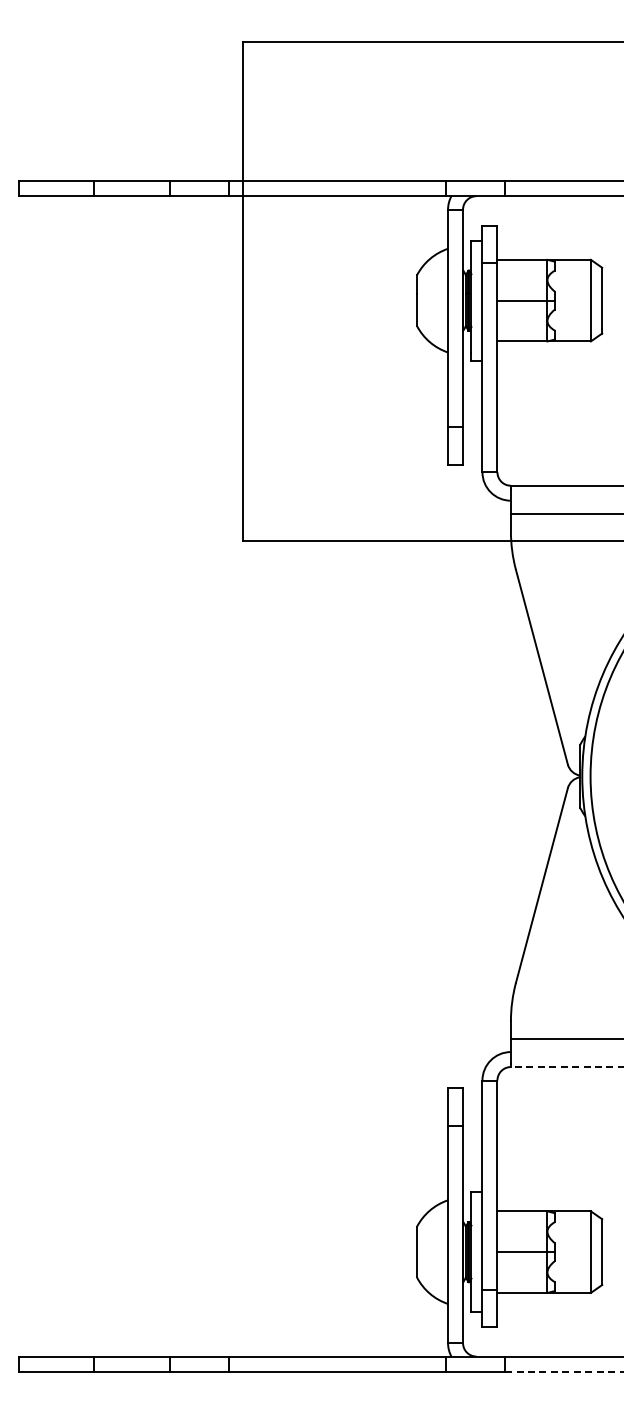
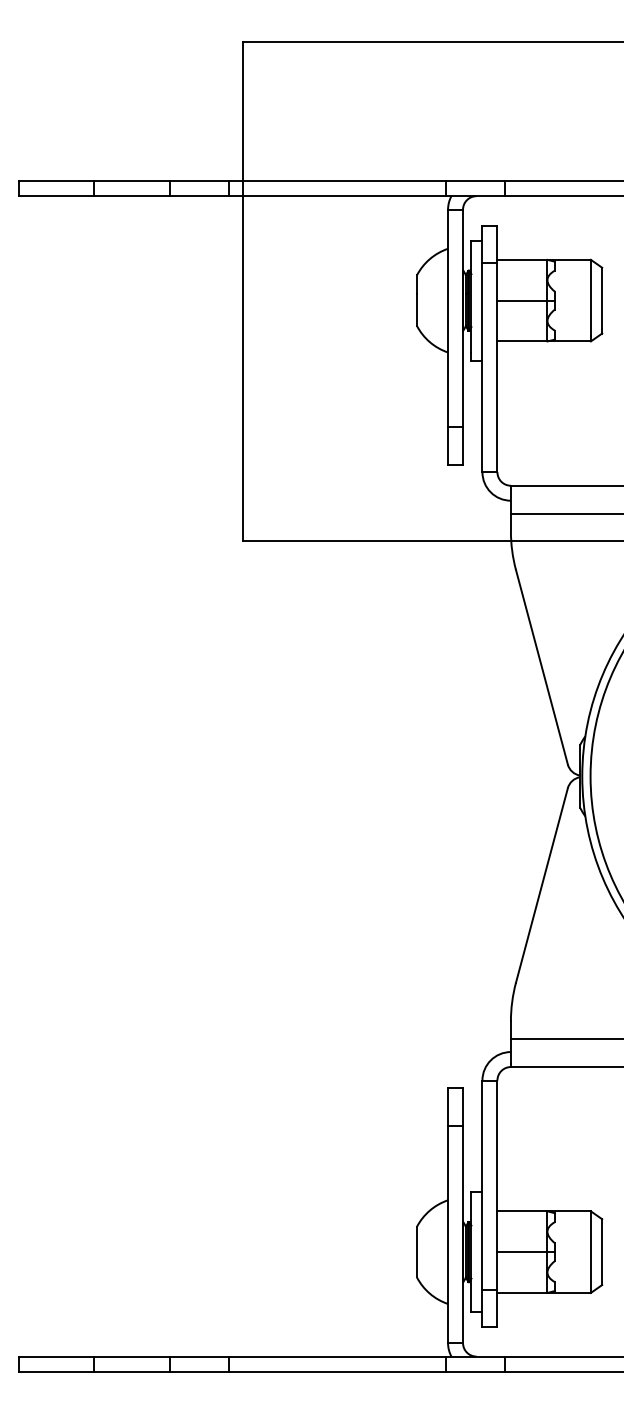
line at (566, 1067): dashed -> solid
line at (564, 1371): dashed -> solid
